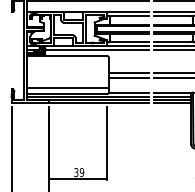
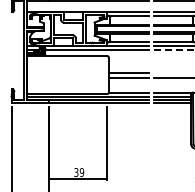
line at (174, 50): solid -> dashed
line at (172, 73): present -> none
line at (67, 88): present -> none
